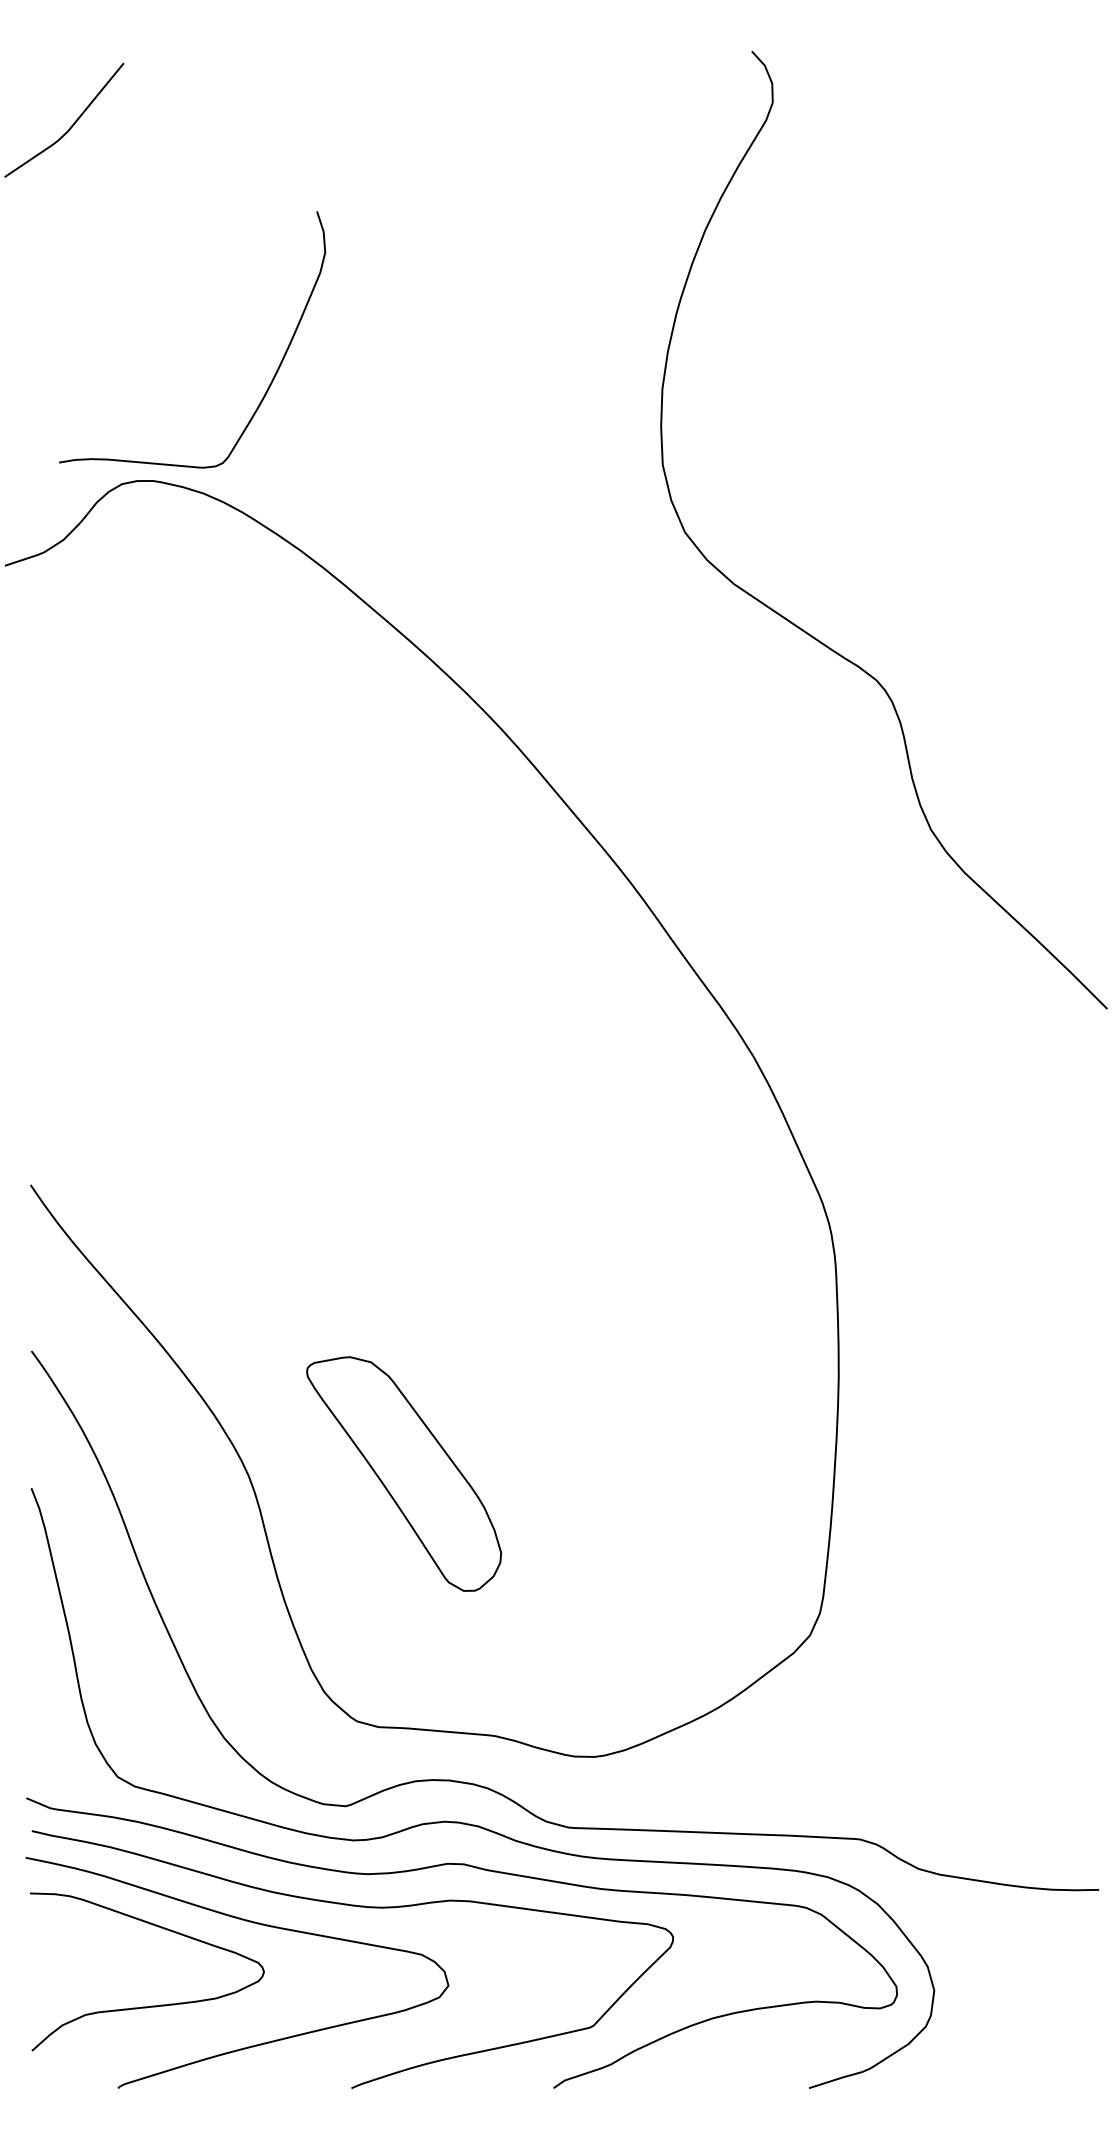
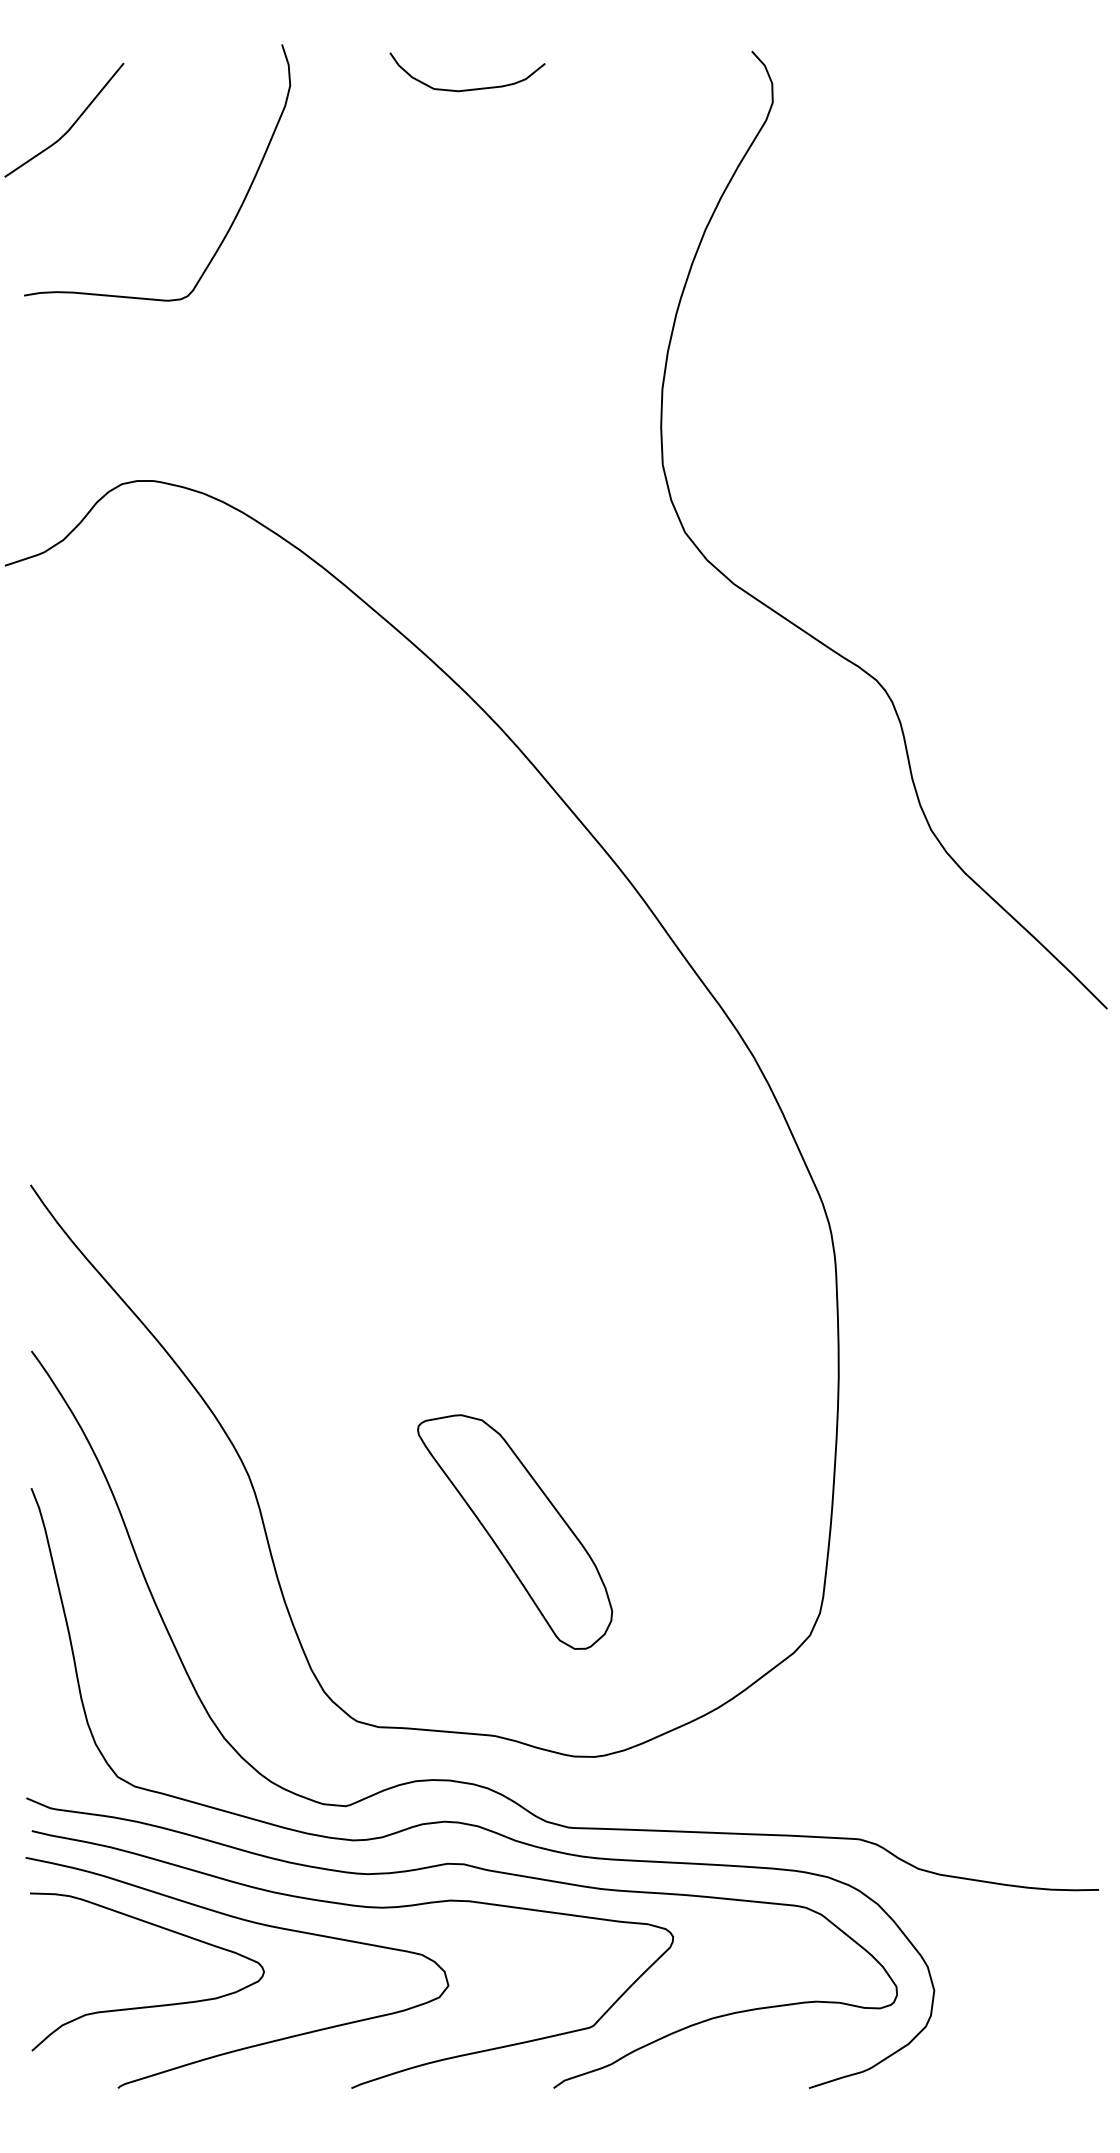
curve at (472, 88): none -> present
curve at (272, 378) position: (272, 378) -> (237, 211)
part at (404, 1473) position: (404, 1473) -> (515, 1531)
